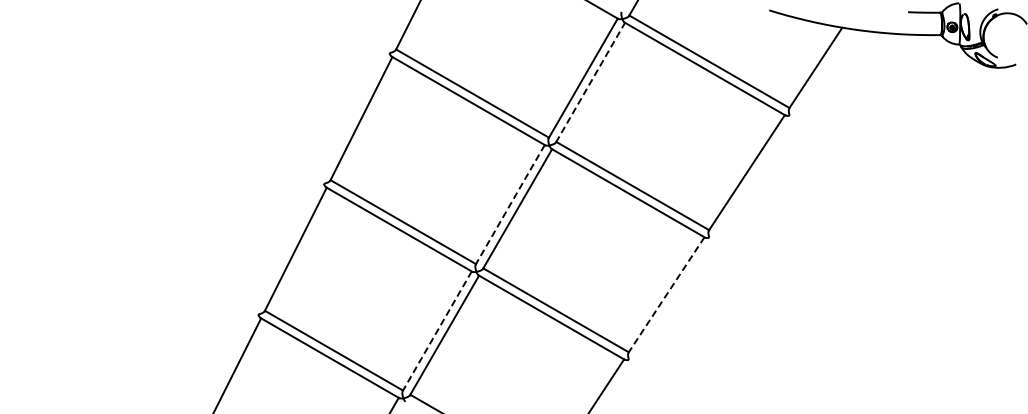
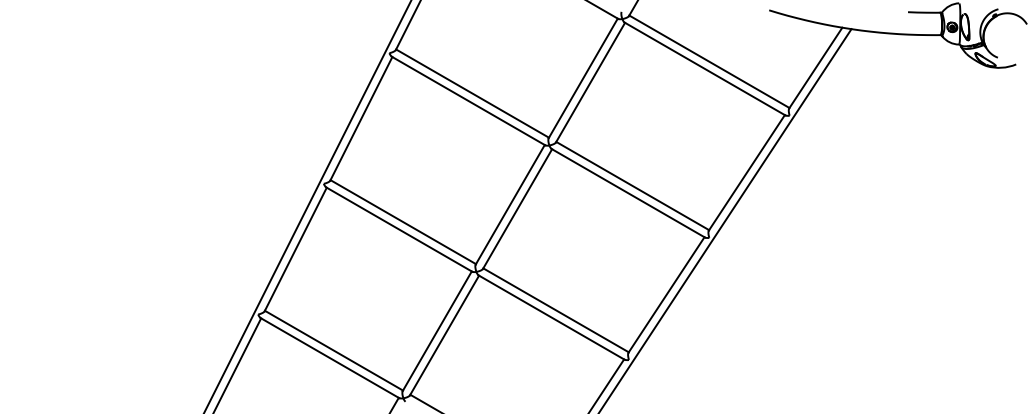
line at (590, 82): dashed -> solid
line at (509, 205): dashed -> solid
line at (307, 206): none -> present
line at (725, 219): none -> present
line at (666, 295): dashed -> solid
line at (437, 331): dashed -> solid
